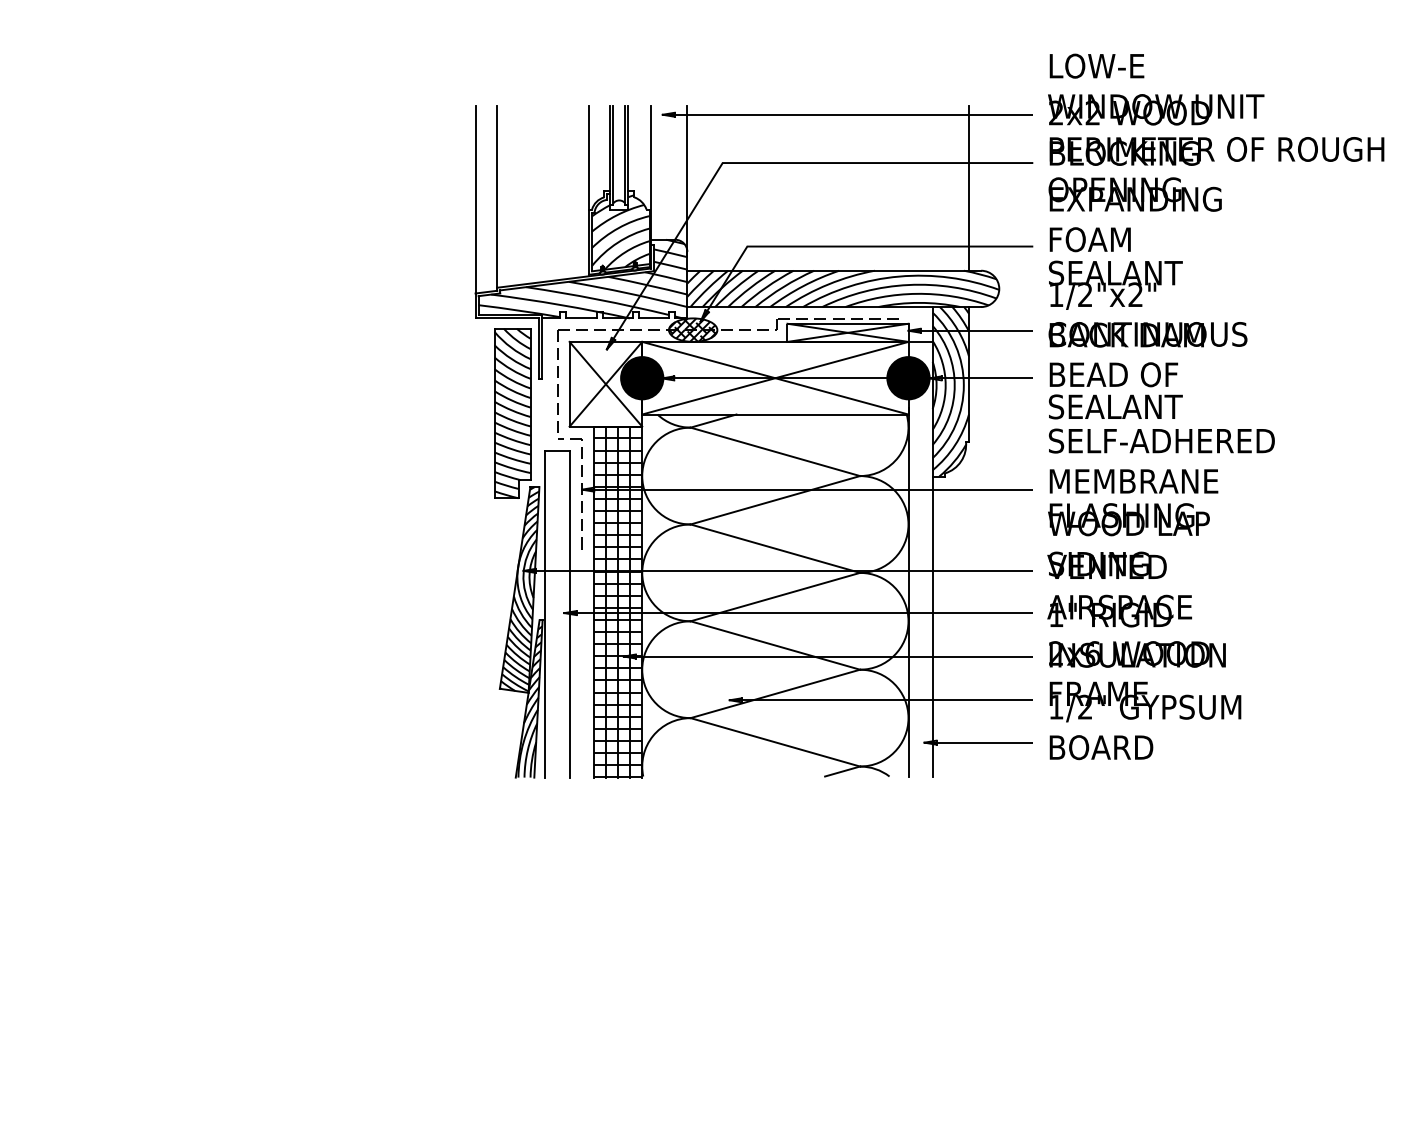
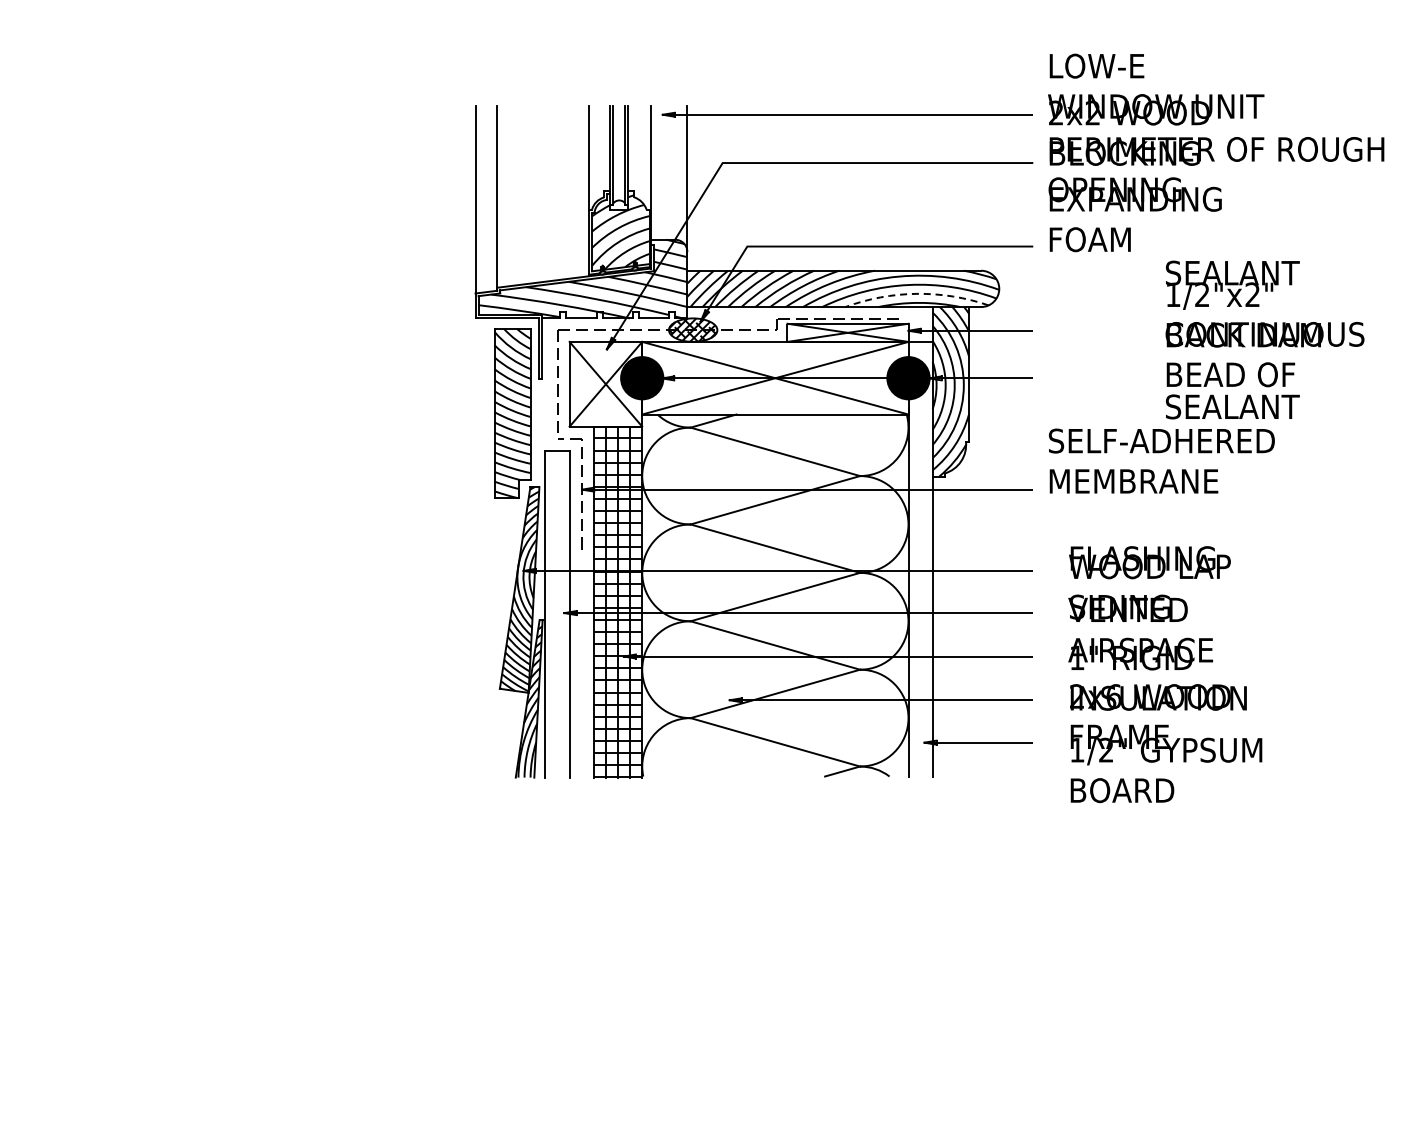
line at (969, 188): present -> none
arc at (916, 293): solid -> dashed
text at (1147, 339) position: (1147, 339) -> (1264, 339)
text at (1144, 631) position: (1144, 631) -> (1165, 674)
